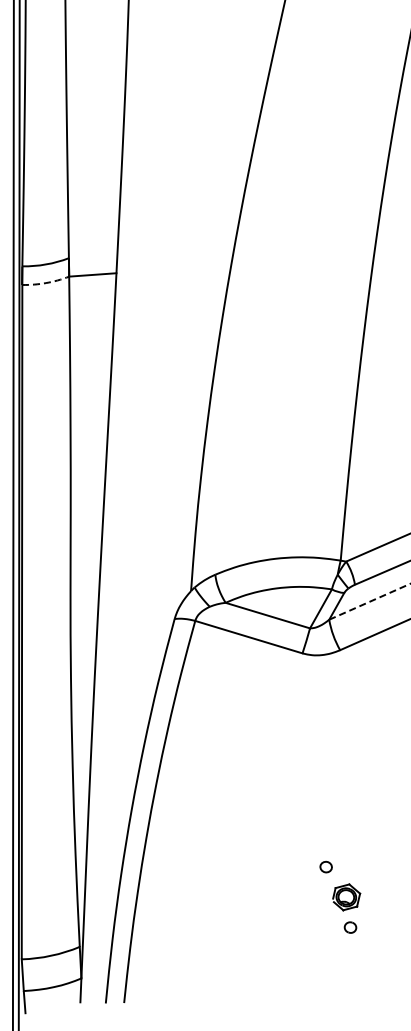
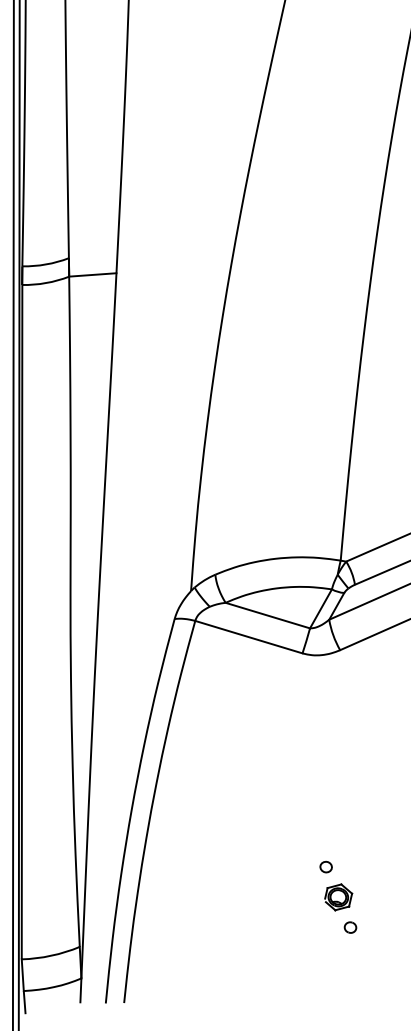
arc at (46, 283): dashed -> solid
line at (370, 601): dashed -> solid
part at (346, 897) position: (346, 897) -> (338, 897)
